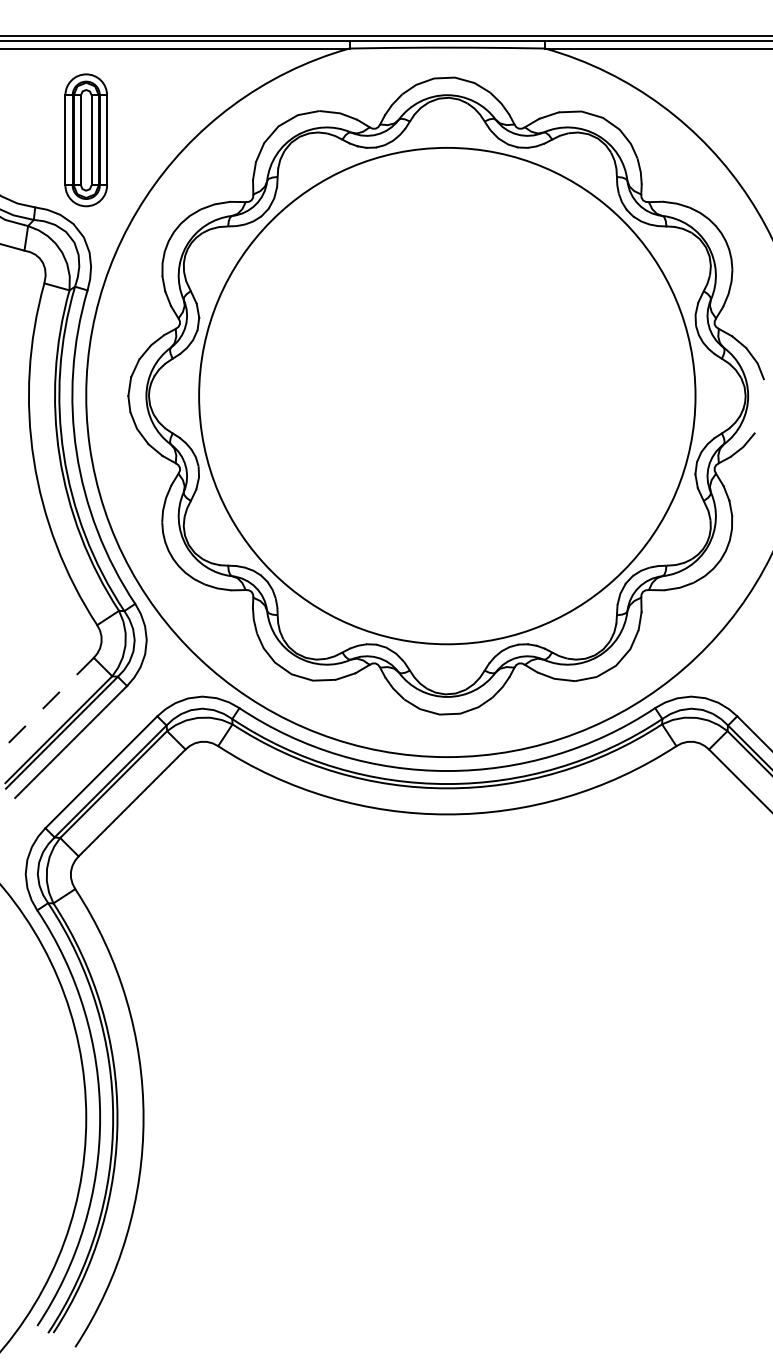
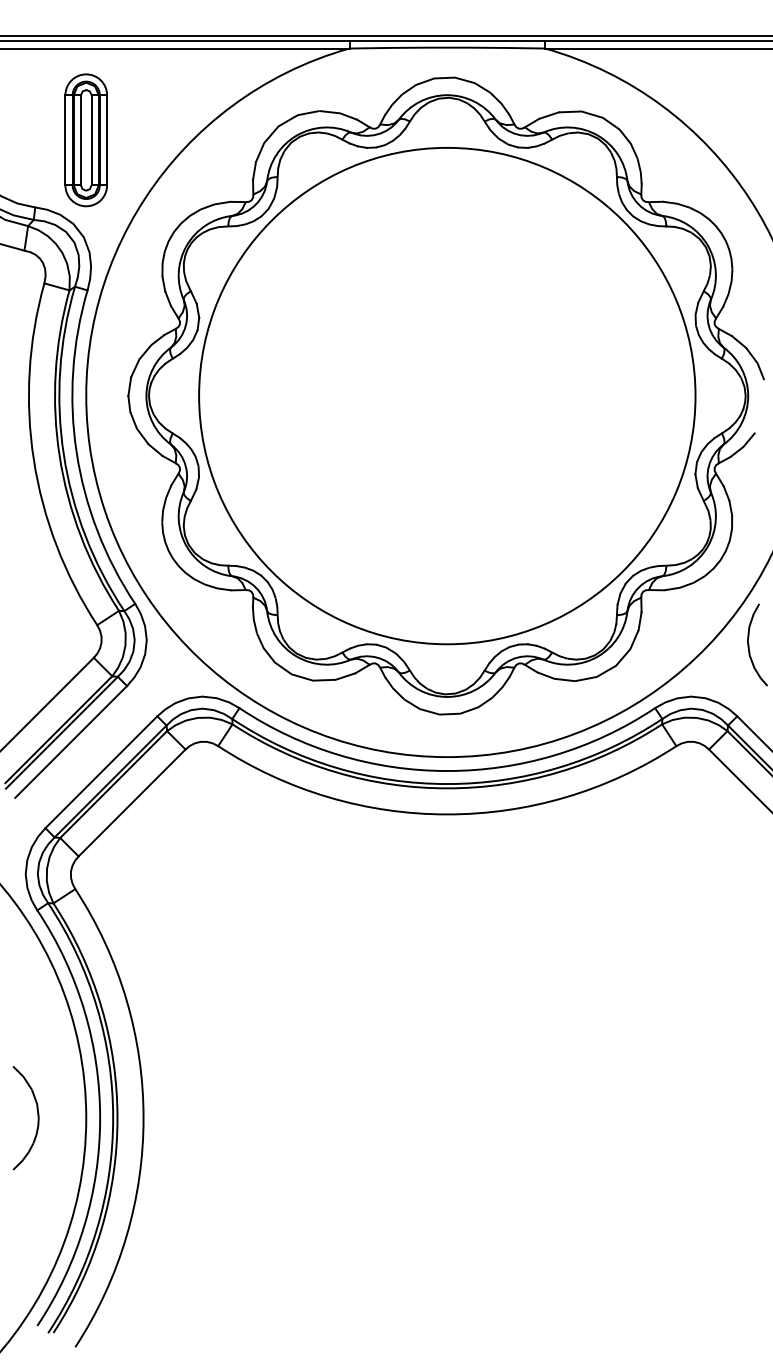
curve at (749, 644): none -> present
line at (46, 704): dashed -> solid
part at (37, 1118): none -> present
